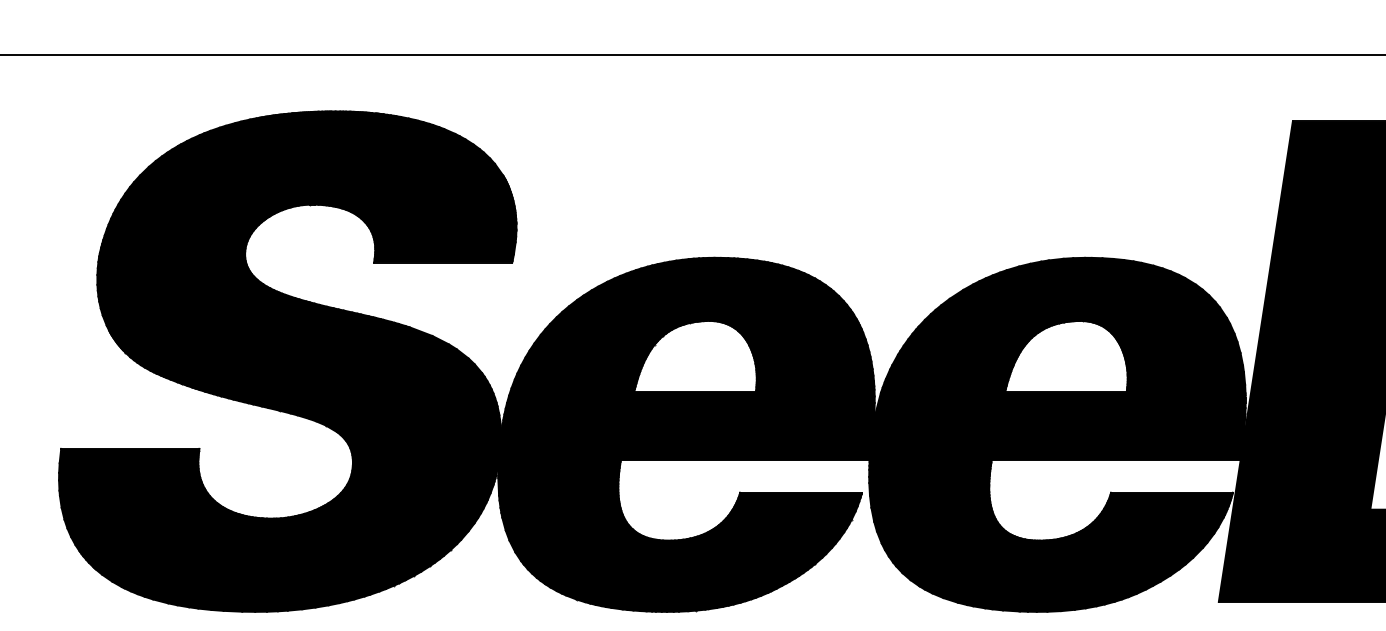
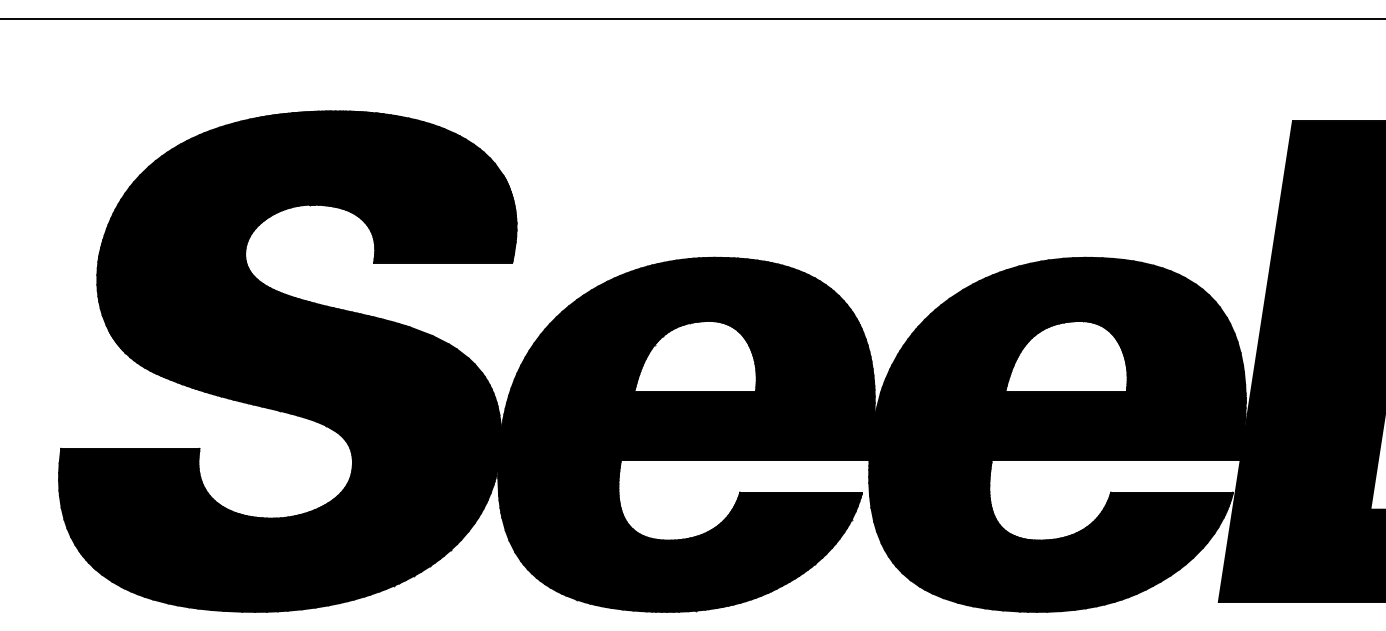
line at (692, 55) position: (692, 55) -> (692, 19)
